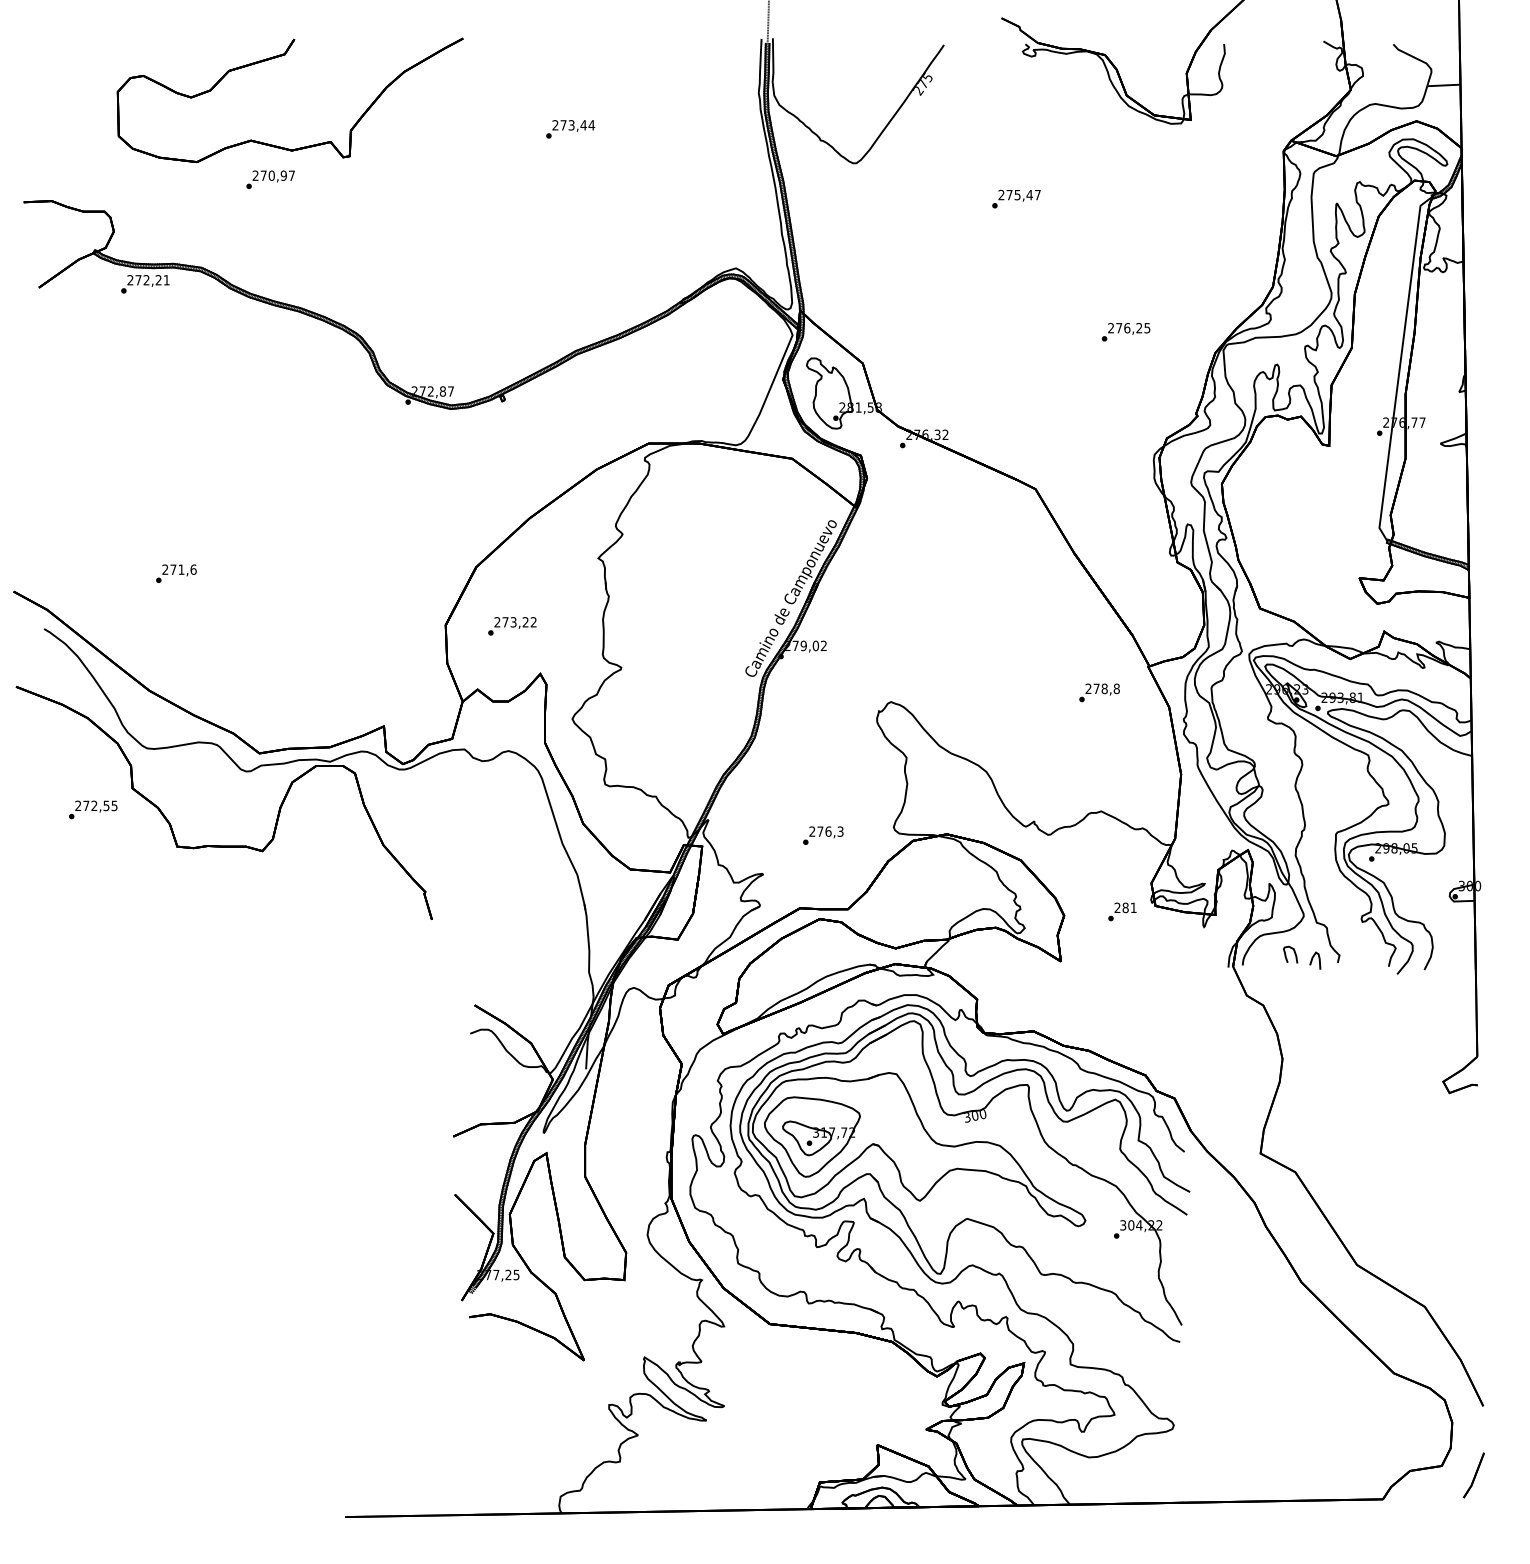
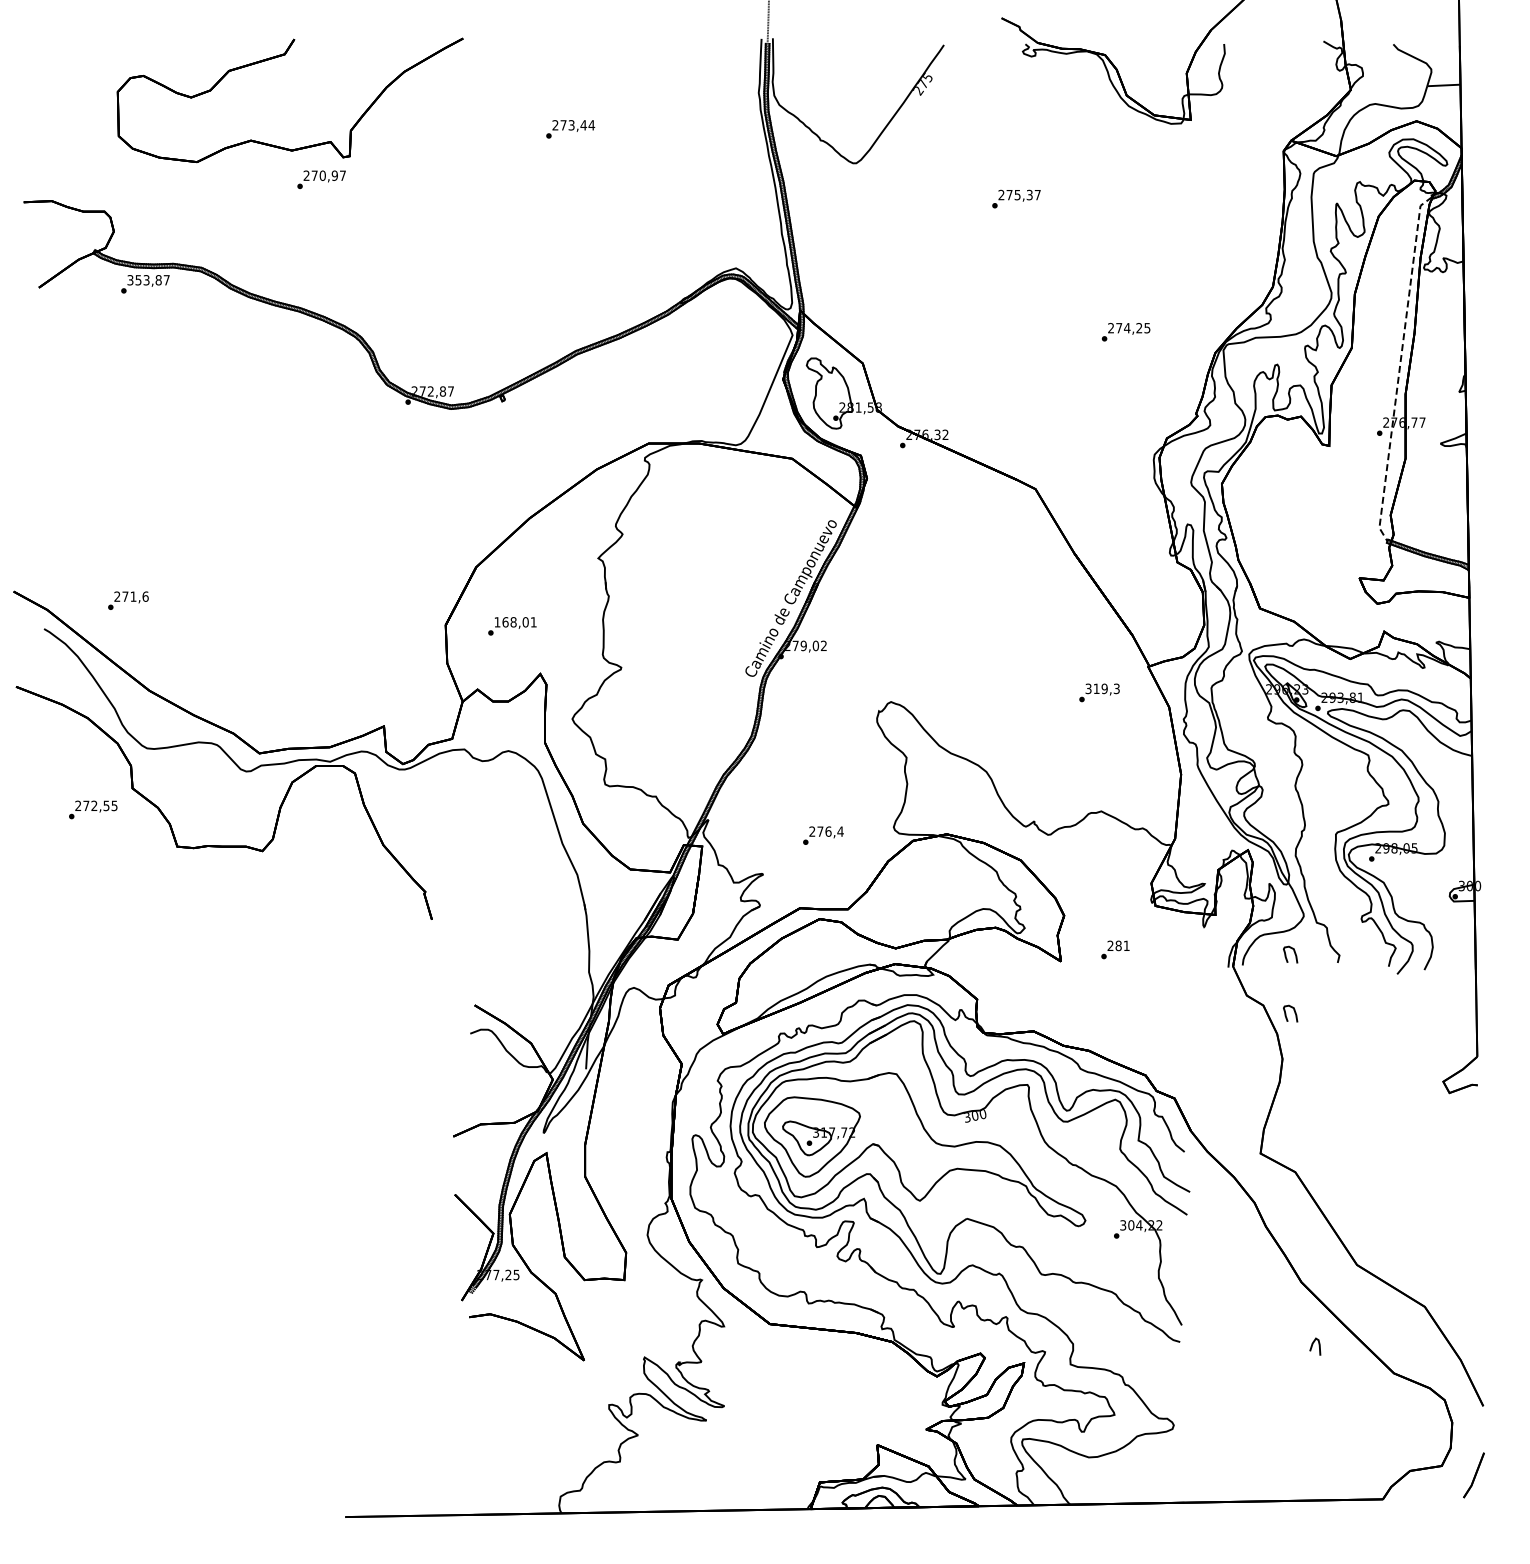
text at (270, 179) position: (270, 179) -> (321, 179)
text at (1029, 194): 275,47 -> 275,37
text at (148, 280): 272,21 -> 353,87
text at (1127, 328): 276,25 -> 274,25
line at (1399, 367): solid -> dashed
text at (176, 573) position: (176, 573) -> (128, 600)
text at (515, 622): 273,22 -> 168,01
text at (1102, 688): 278,8 -> 319,3
text at (840, 831): 276,3 -> 276,4
text at (1122, 911) position: (1122, 911) -> (1115, 949)
curve at (1313, 958) position: (1313, 958) -> (1313, 1344)
curve at (1286, 1013): none -> present
